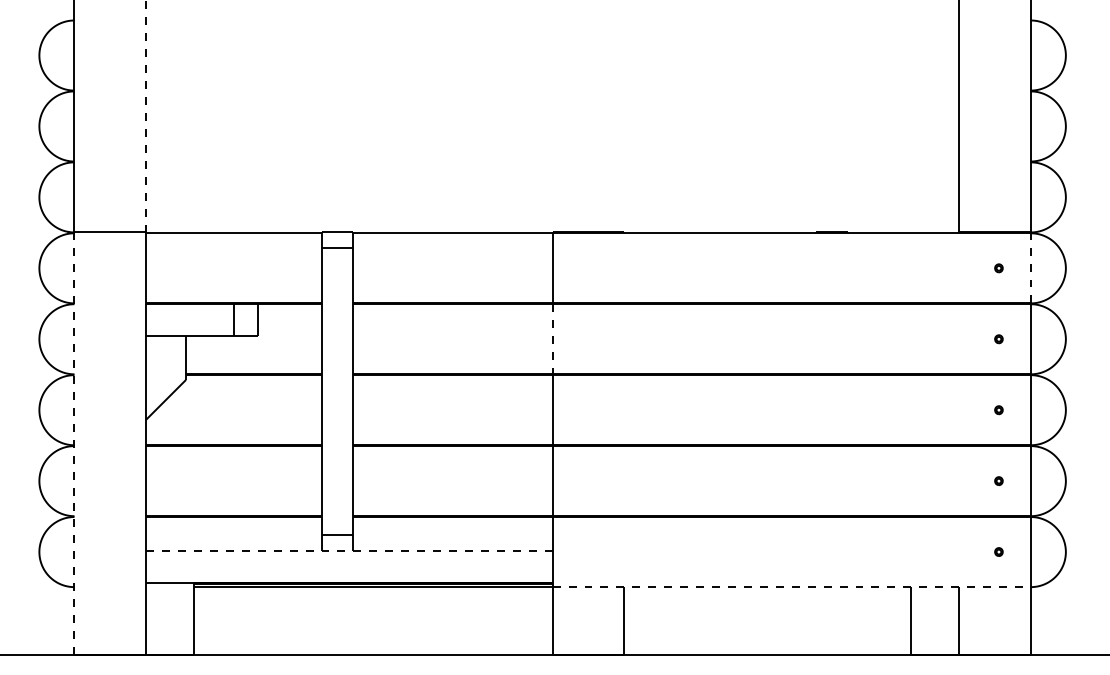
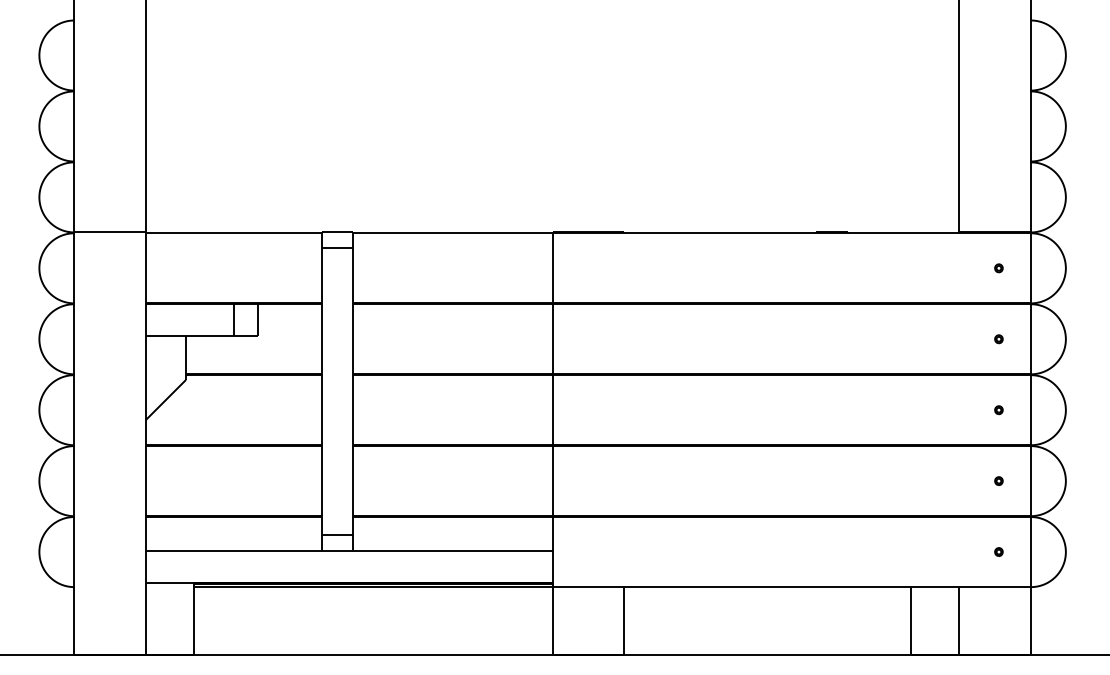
line at (146, 116): dashed -> solid
line at (1030, 267): dashed -> solid
line at (552, 339): dashed -> solid
line at (74, 443): dashed -> solid
line at (349, 551): dashed -> solid
line at (792, 587): dashed -> solid
